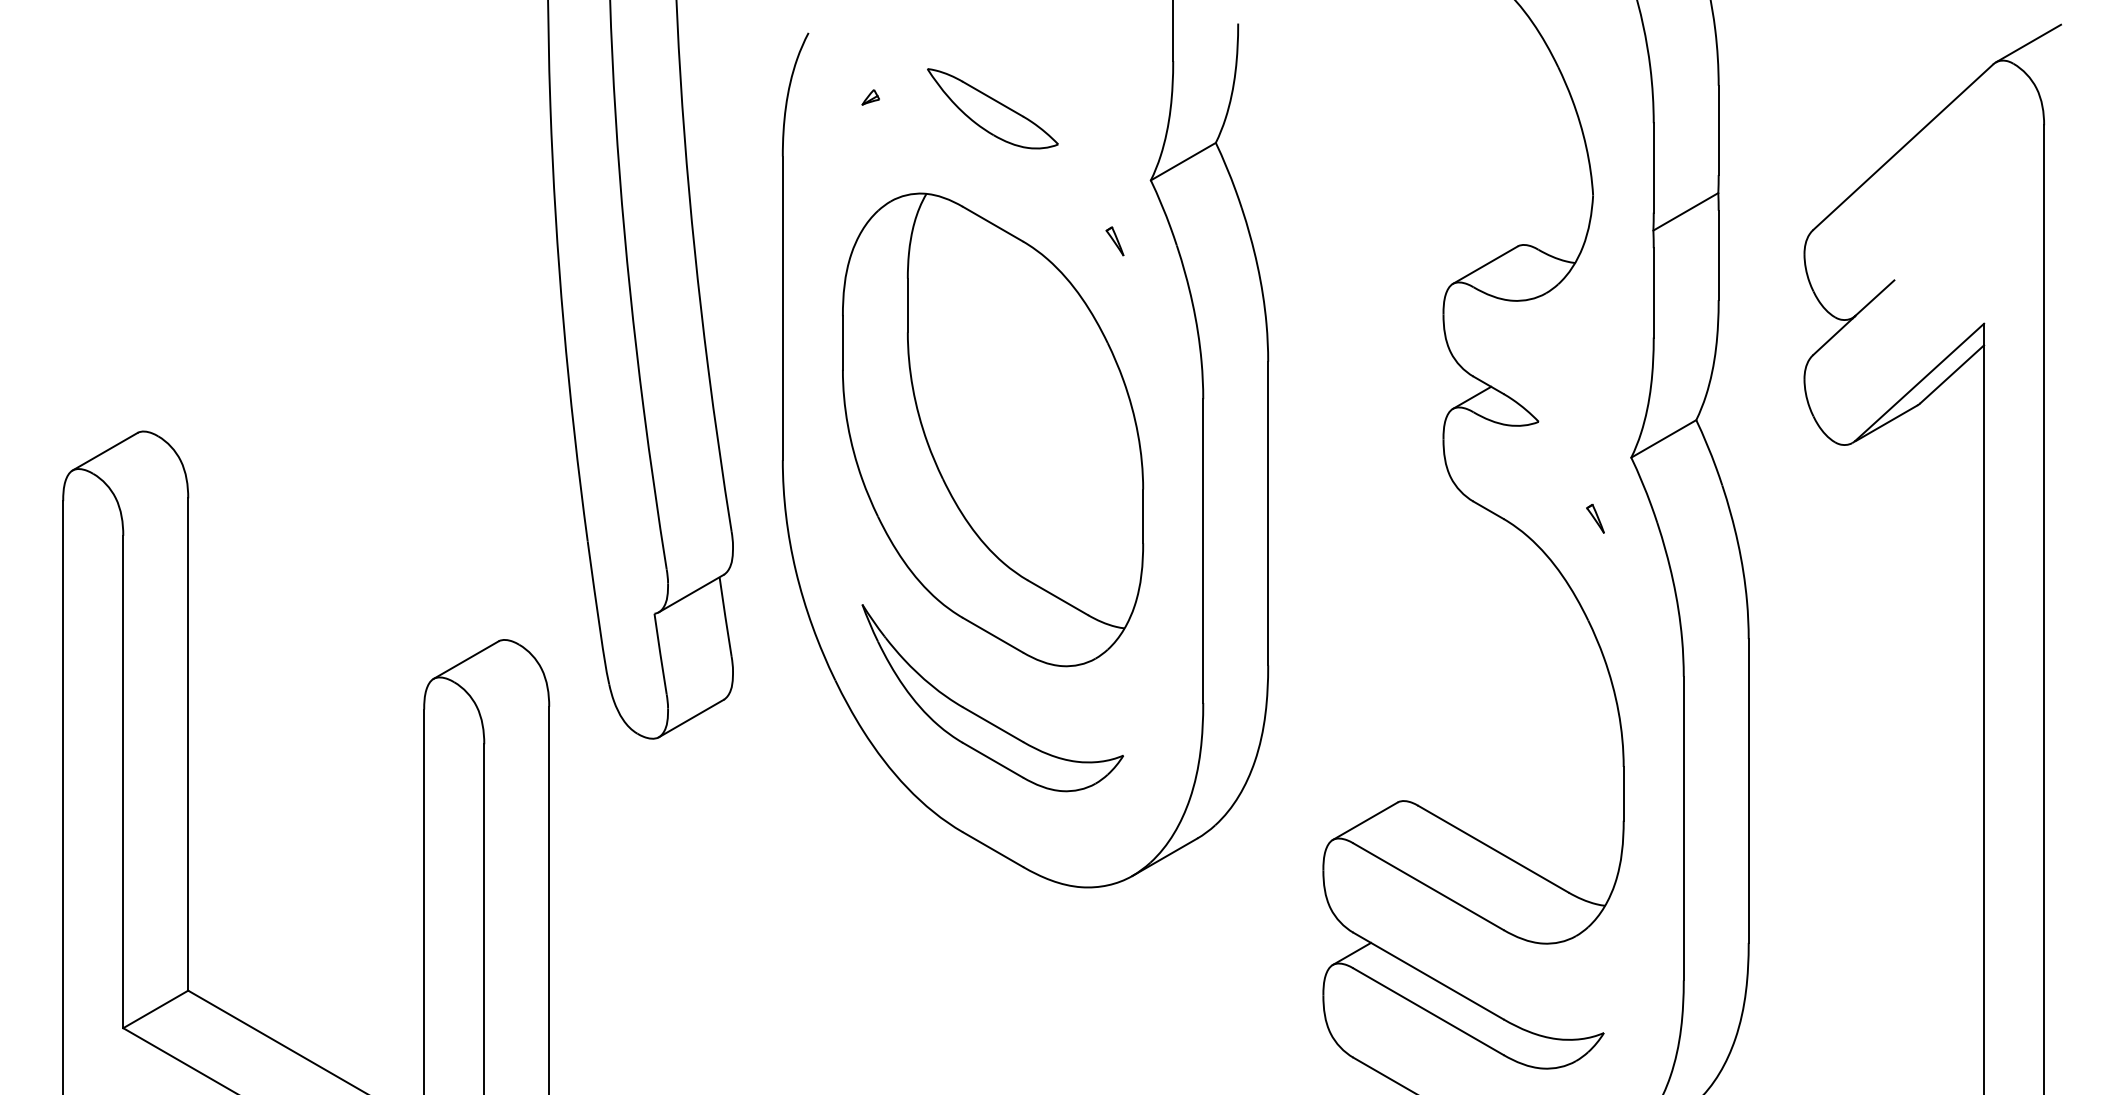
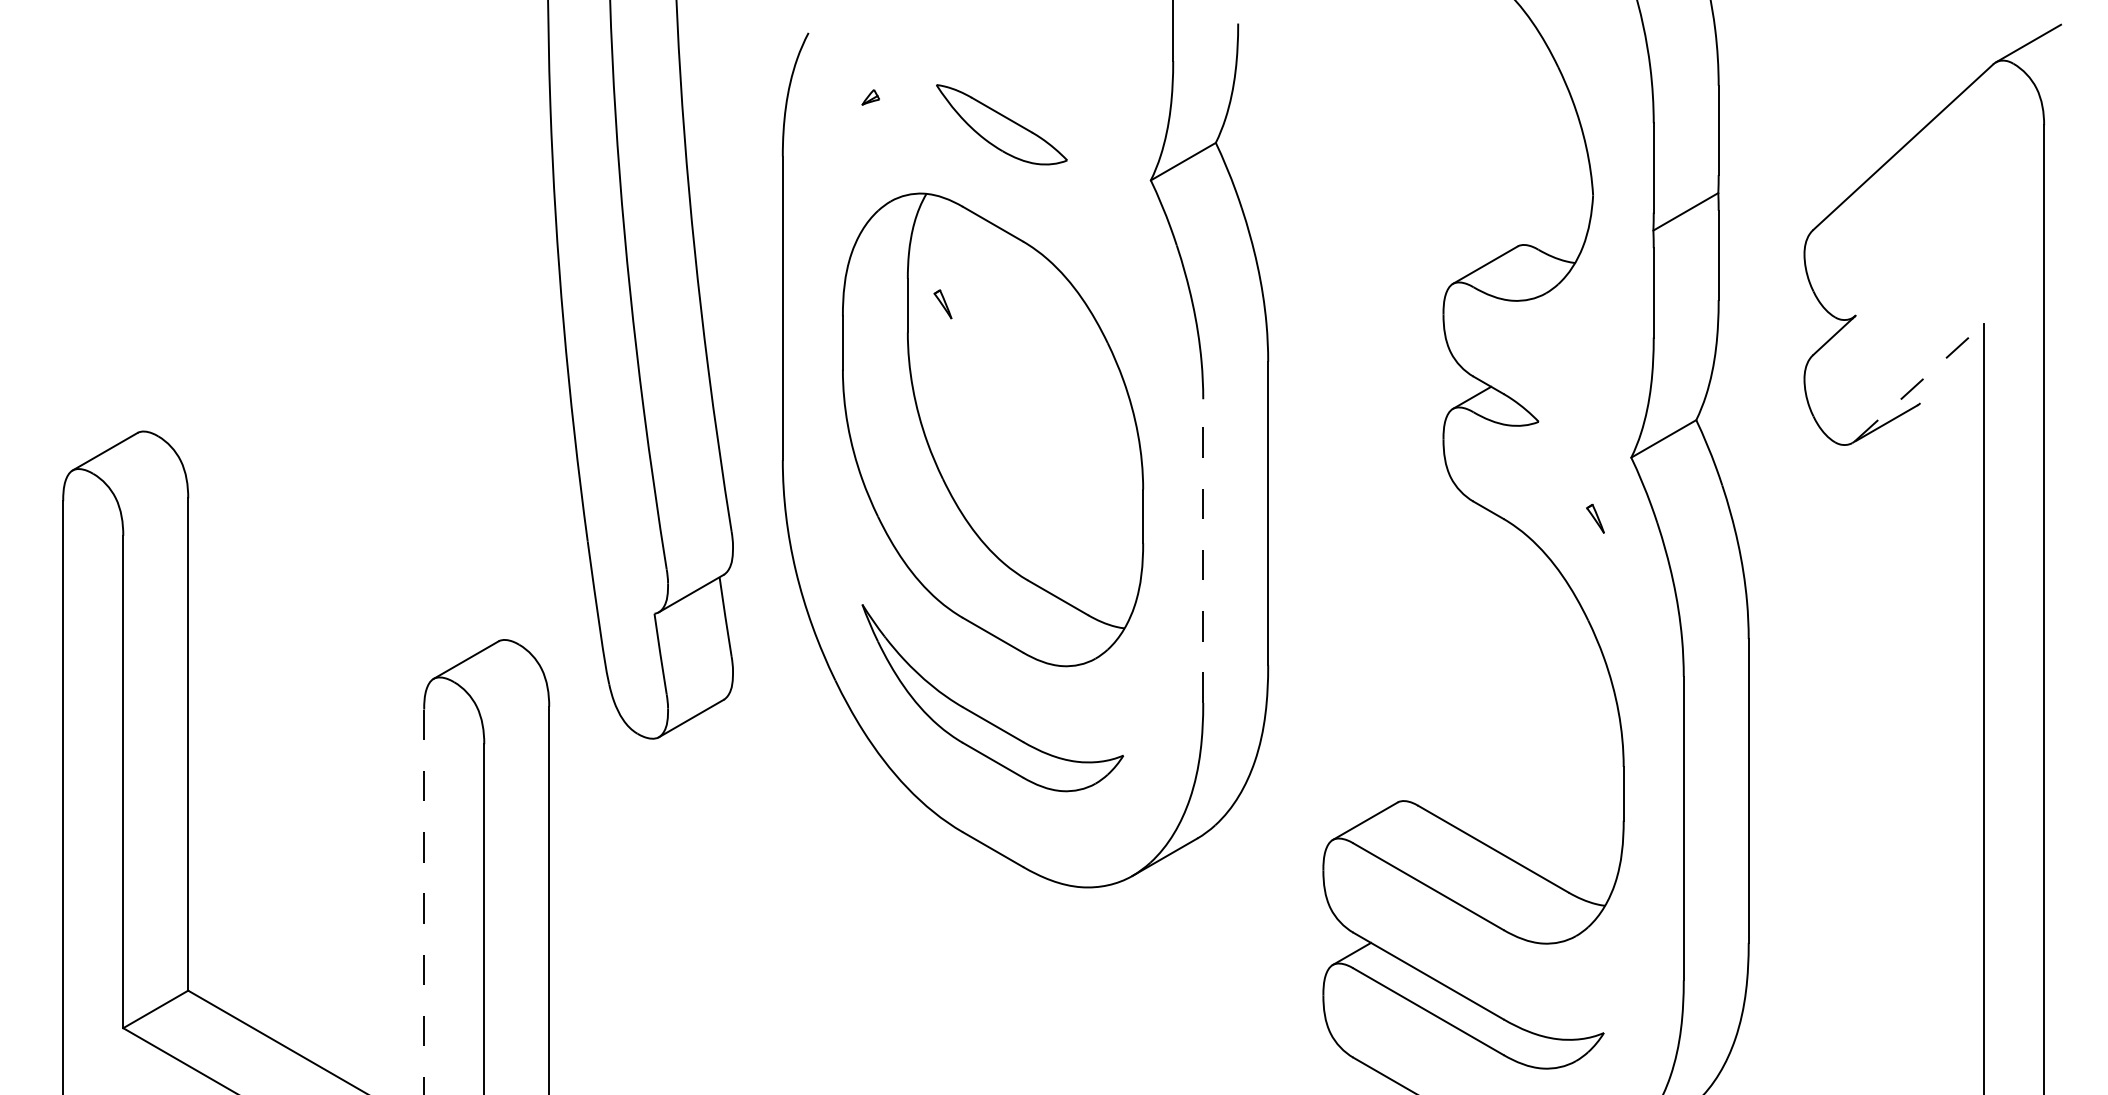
part at (992, 108) position: (992, 108) -> (1001, 124)
part at (1114, 241) position: (1114, 241) -> (942, 304)
line at (1874, 297): present -> none
line at (1952, 374): present -> none
line at (1919, 382): solid -> dashed
line at (1203, 551): solid -> dashed
line at (424, 902): solid -> dashed
